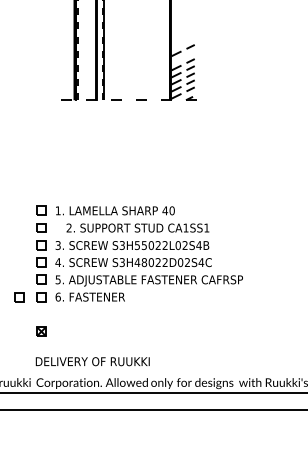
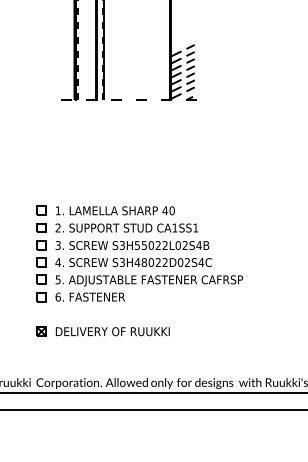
line at (182, 57): none -> present
text at (137, 227) position: (137, 227) -> (126, 227)
part at (19, 297): present -> none
text at (92, 361) position: (92, 361) -> (112, 331)
